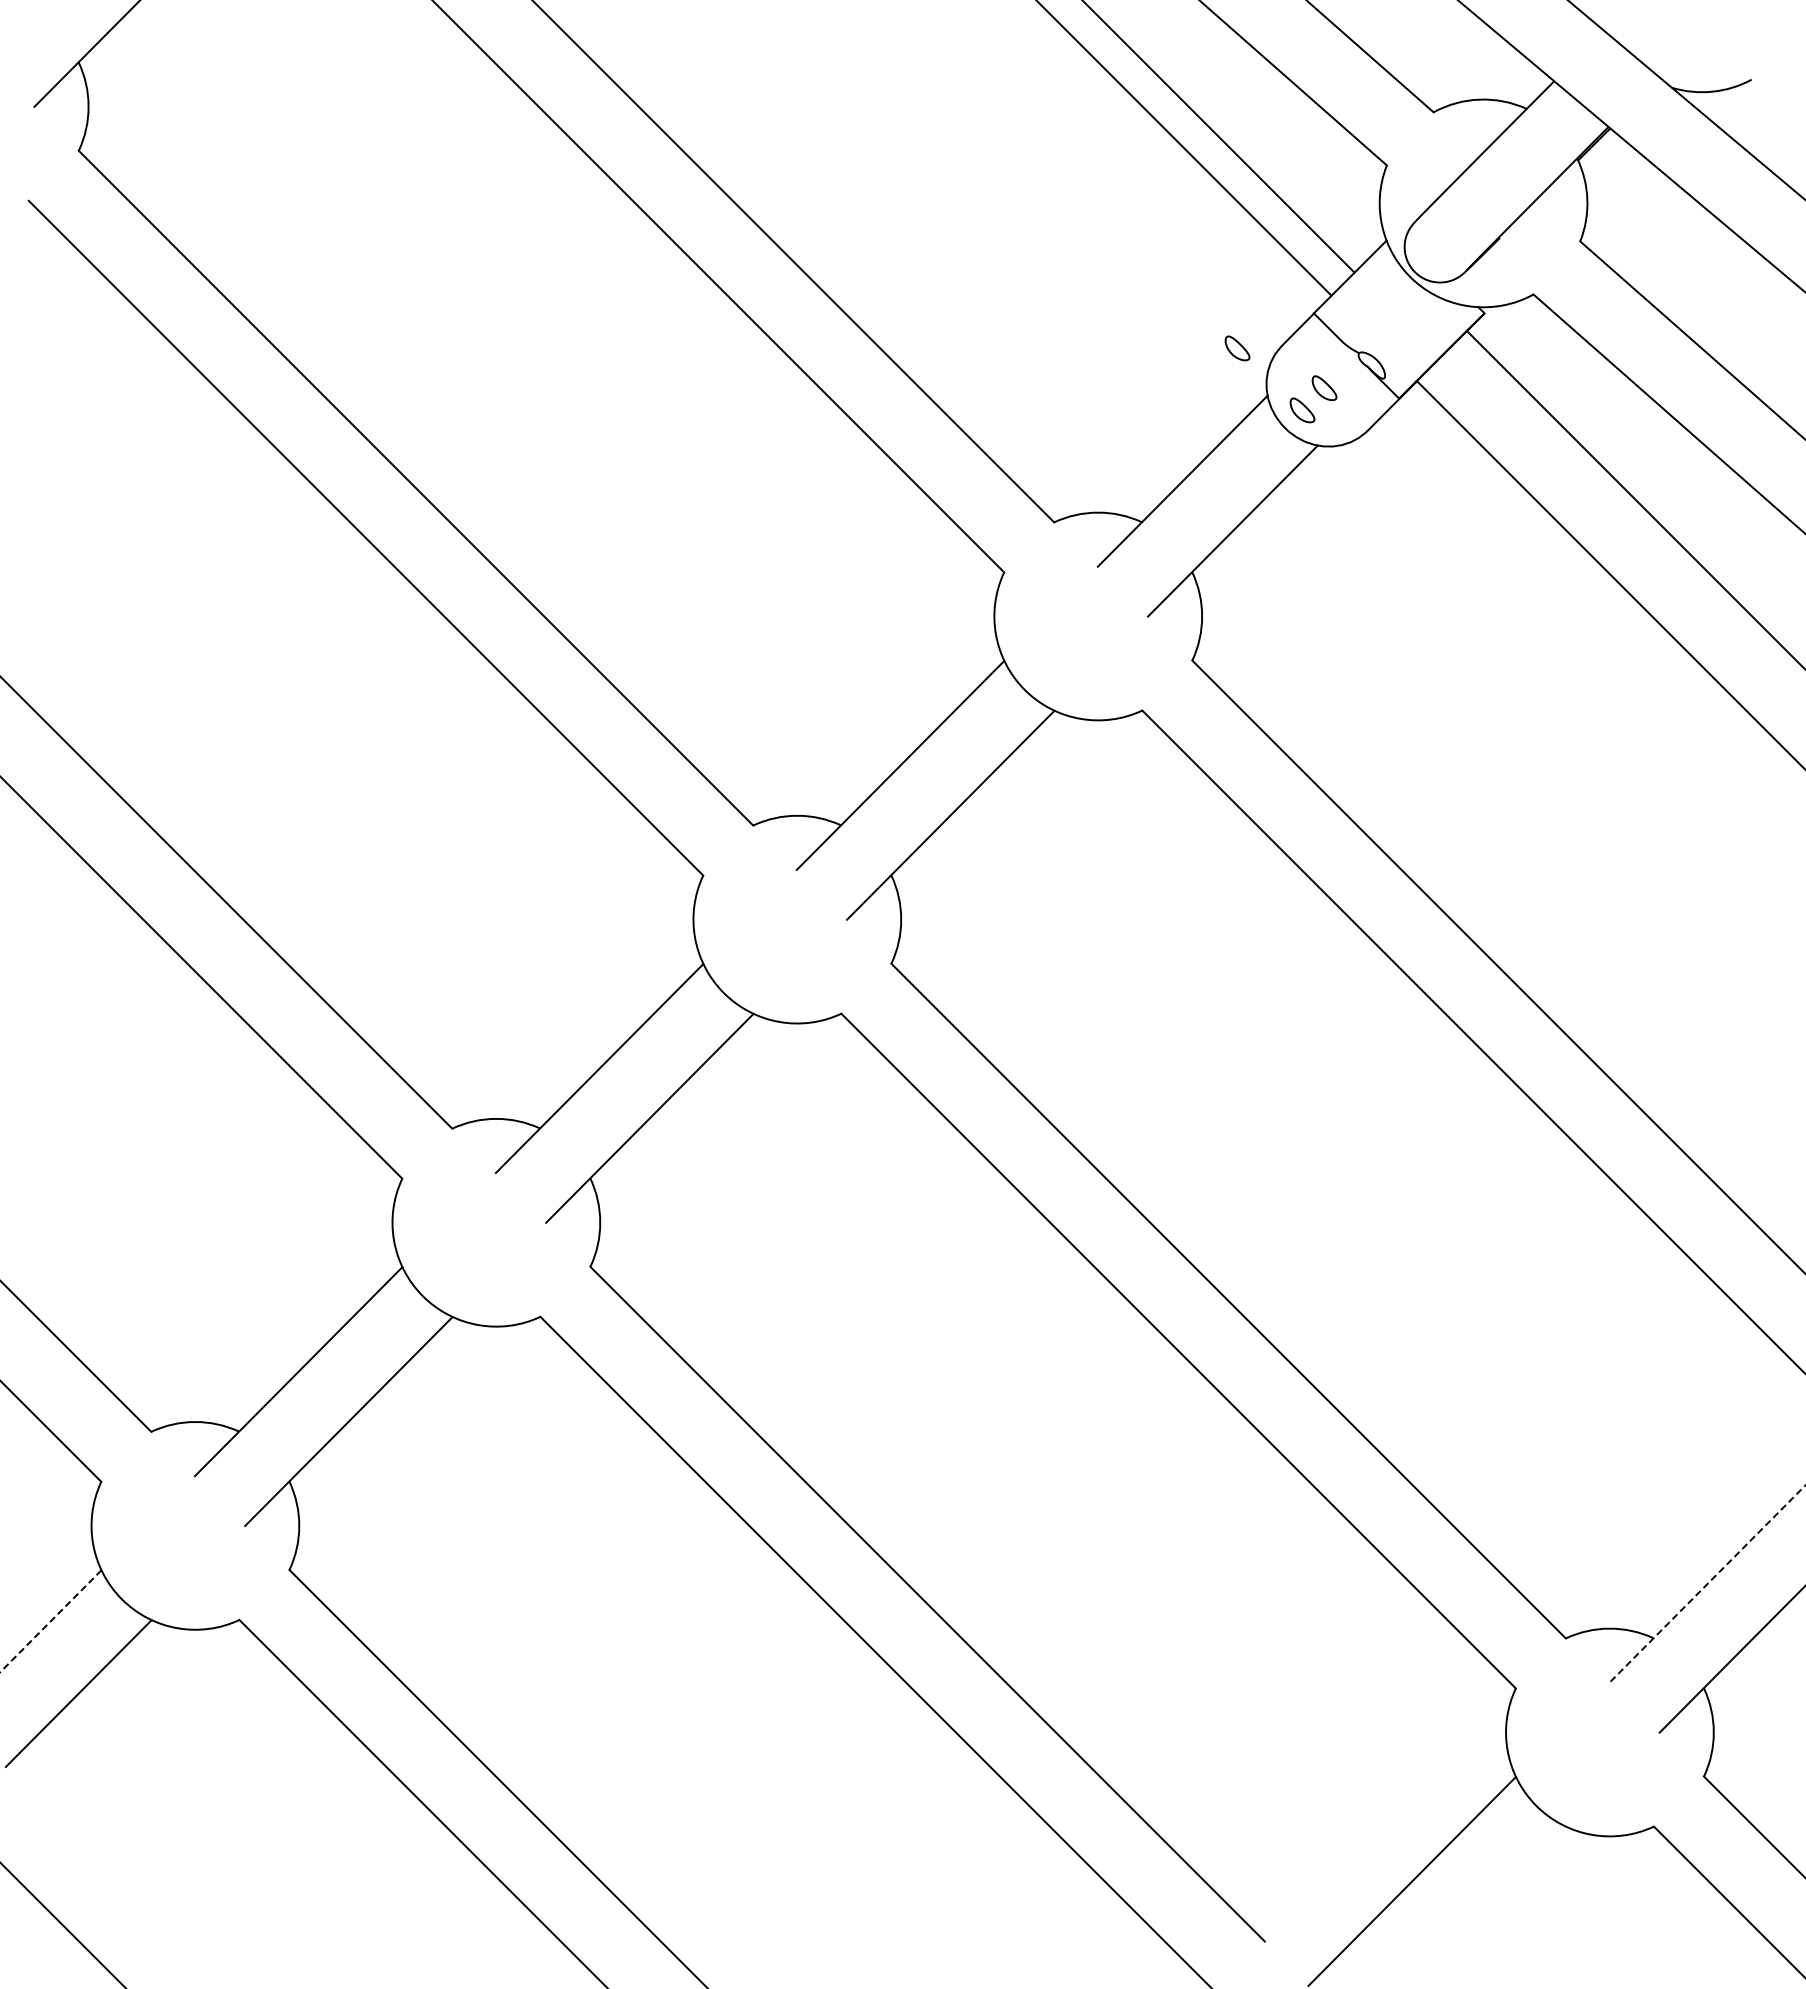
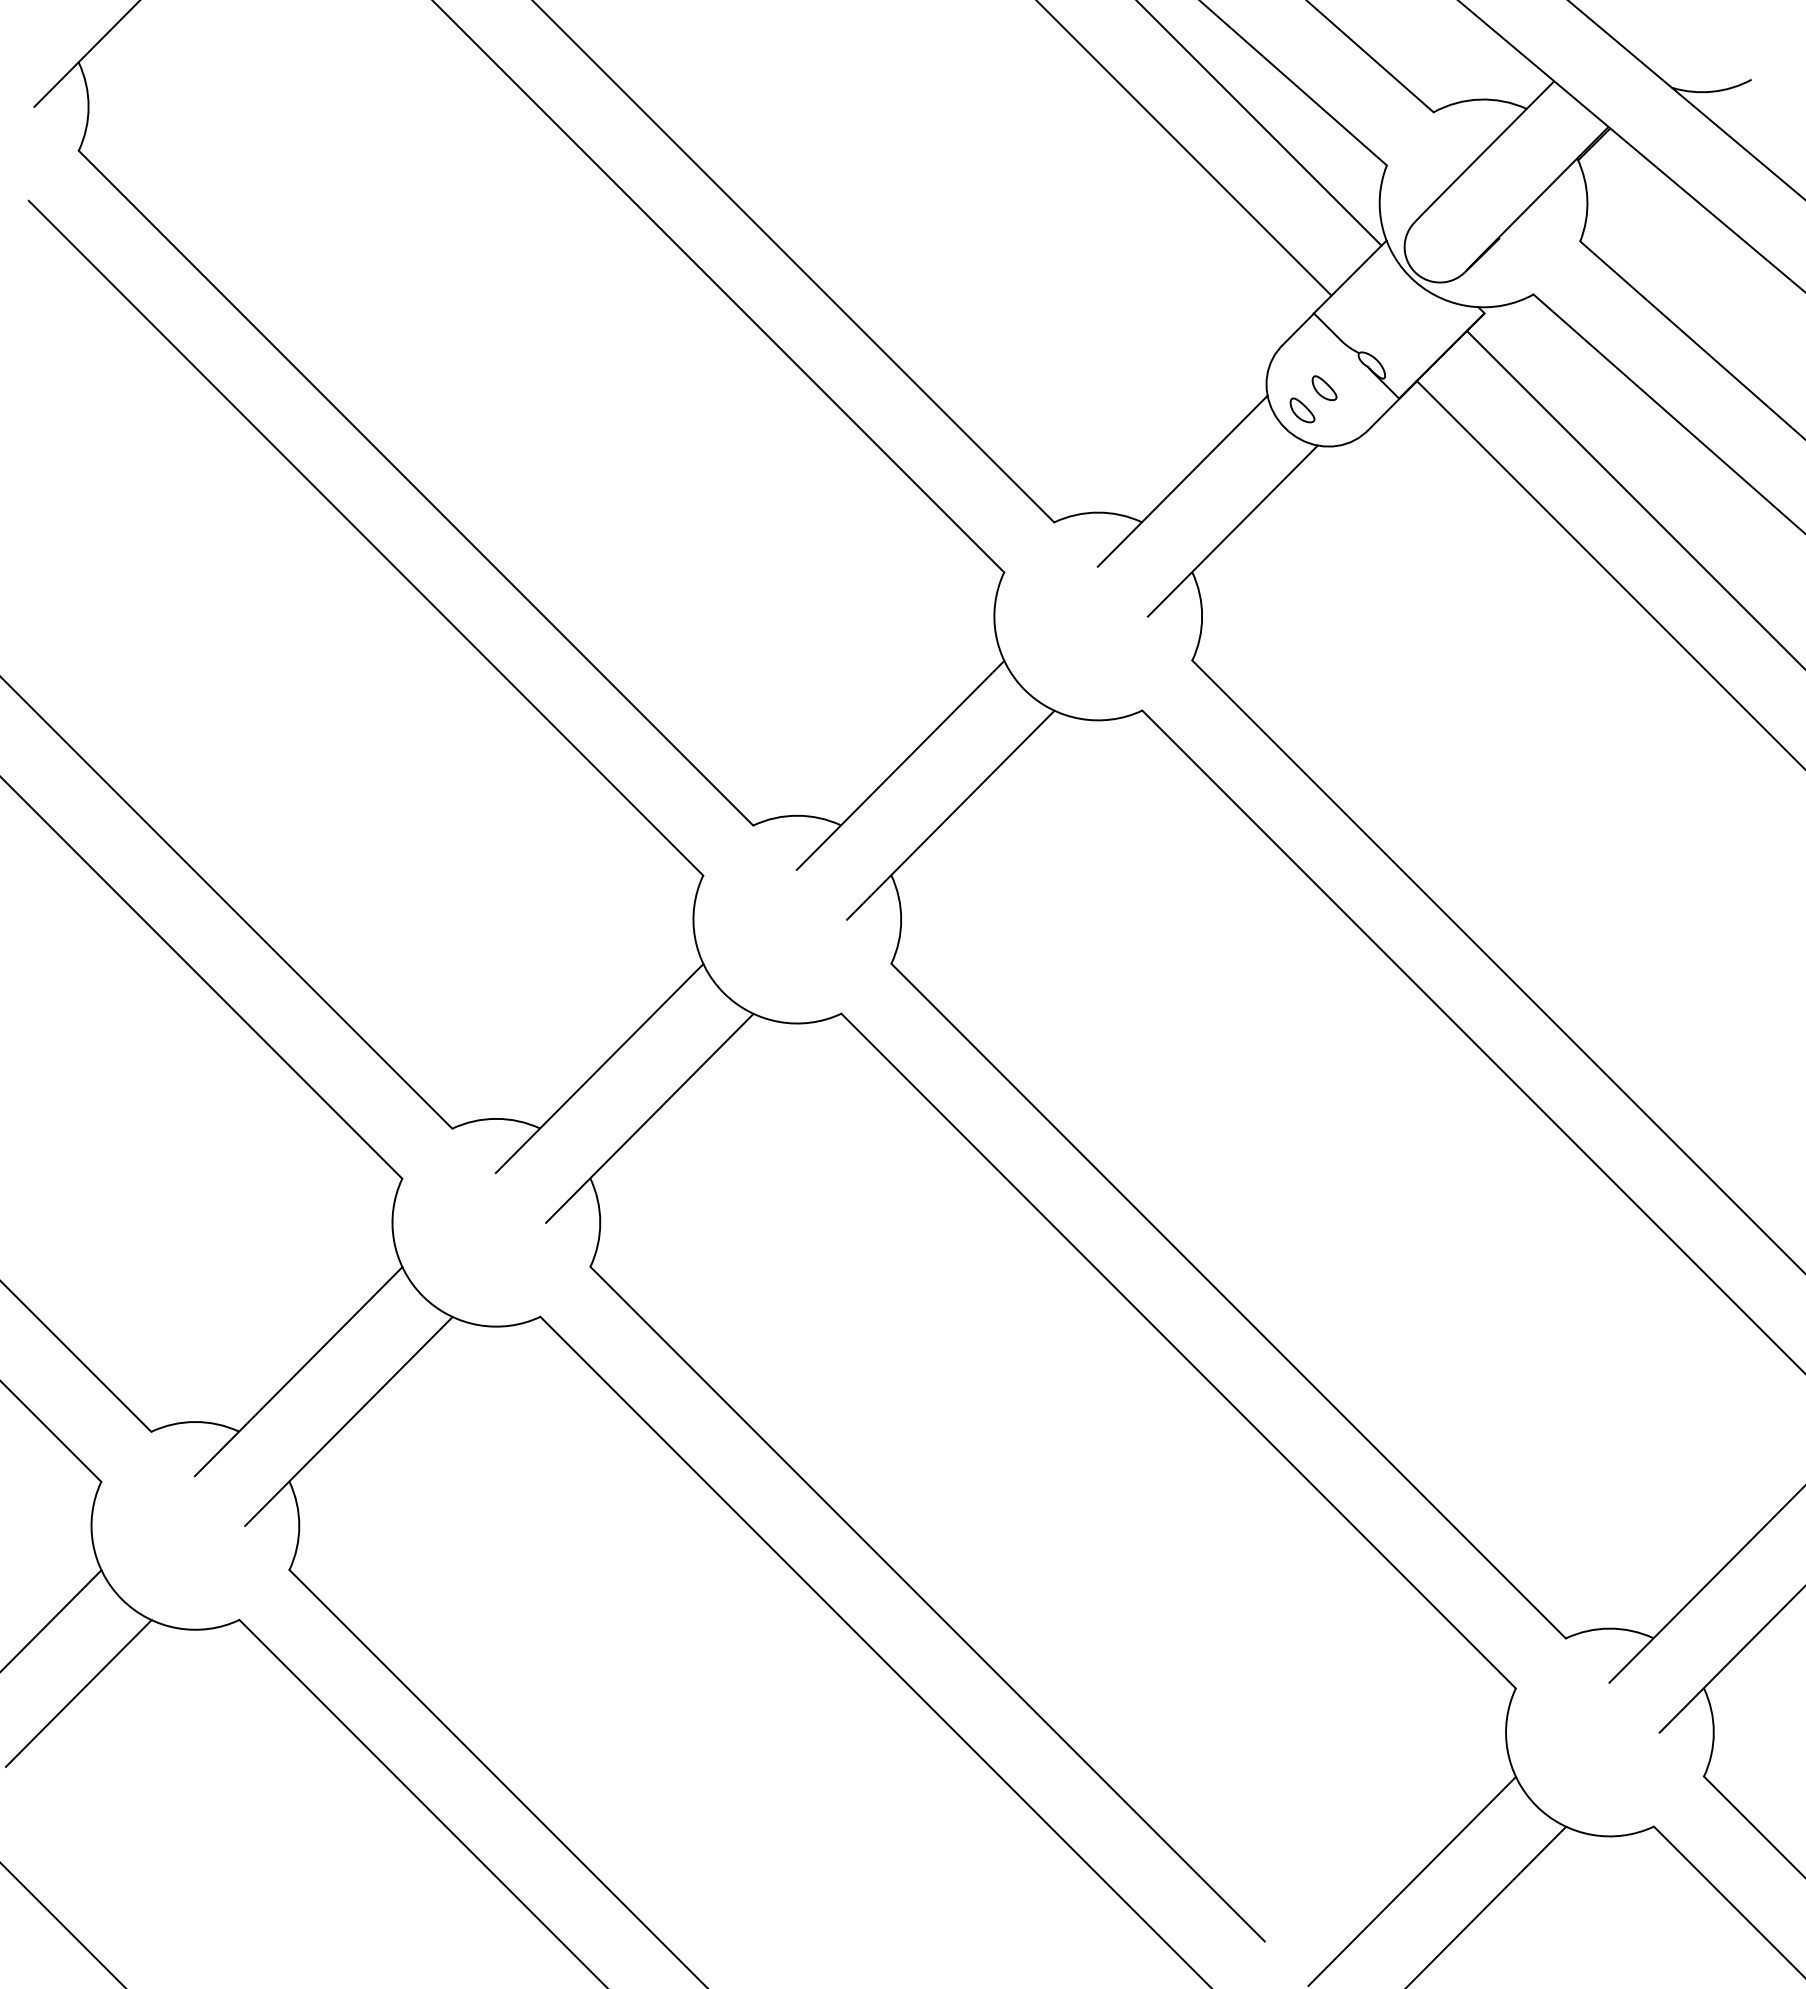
line at (1219, 137) position: (1219, 137) -> (1259, 123)
part at (1237, 348): present -> none
line at (1707, 1584): dashed -> solid
line at (50, 1621): dashed -> solid
line at (1487, 1905): none -> present
